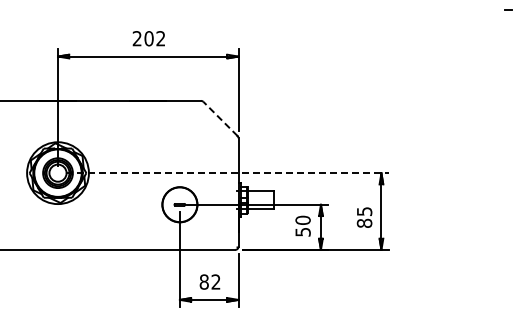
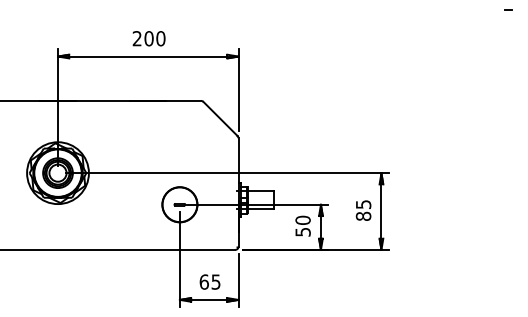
text at (160, 38): 202 -> 200
line at (220, 118): dashed -> solid
line at (227, 173): dashed -> solid
text at (364, 217) position: (364, 217) -> (363, 210)
text at (209, 281): 82 -> 65
